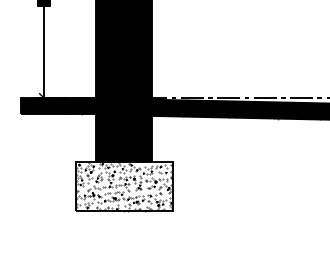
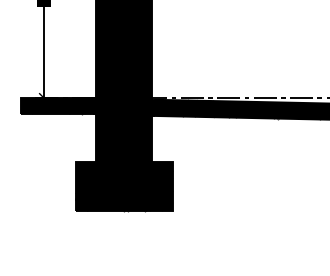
fill at (123, 186): none -> present
